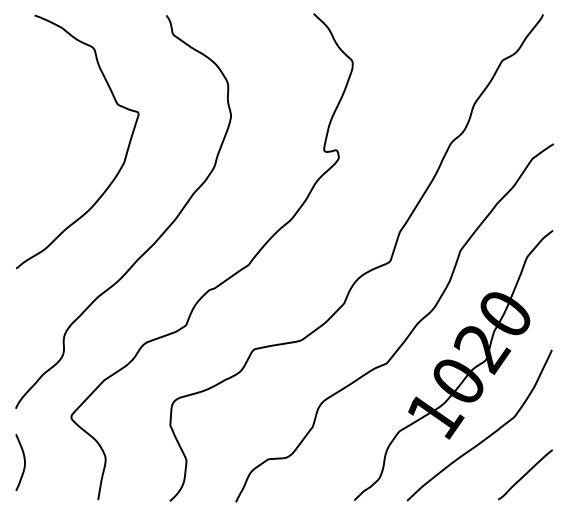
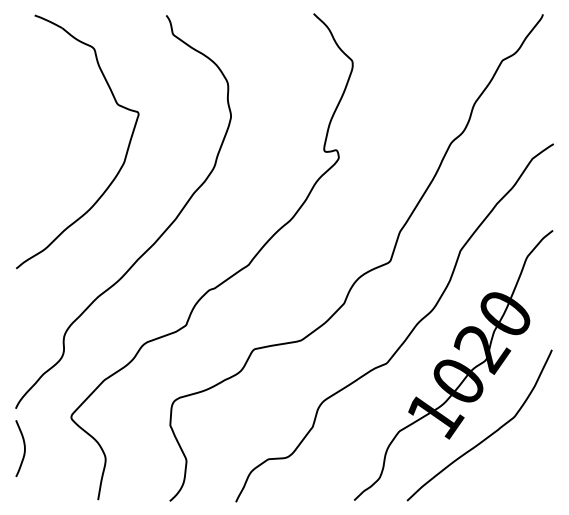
curve at (24, 462) position: (24, 462) -> (24, 448)
line at (525, 474): present -> none
